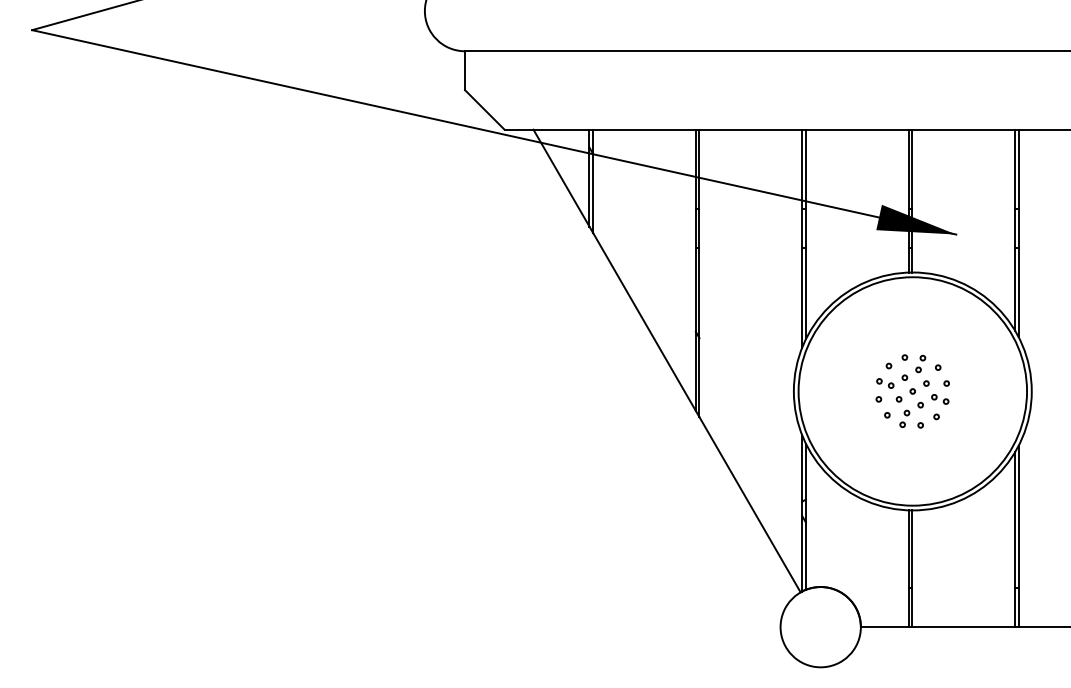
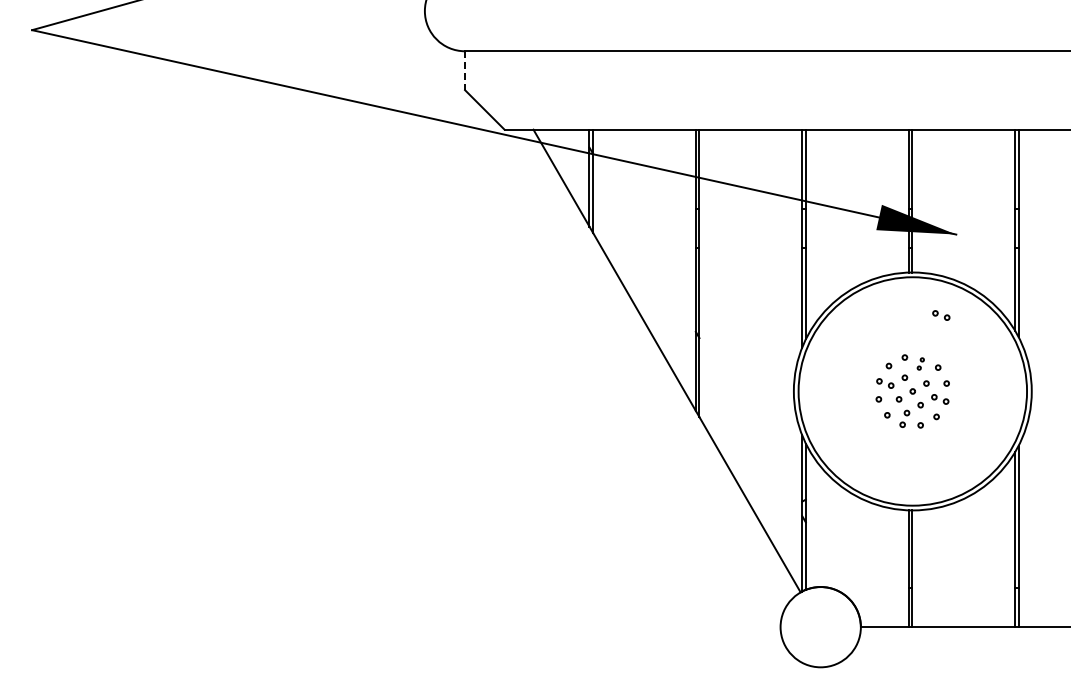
line at (465, 71): solid -> dashed
part at (941, 315): none -> present
part at (920, 363) size: 12x20 px -> 9x14 px
